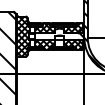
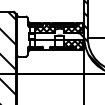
hatch at (23, 36): present -> none
hatch at (45, 44): present -> none
